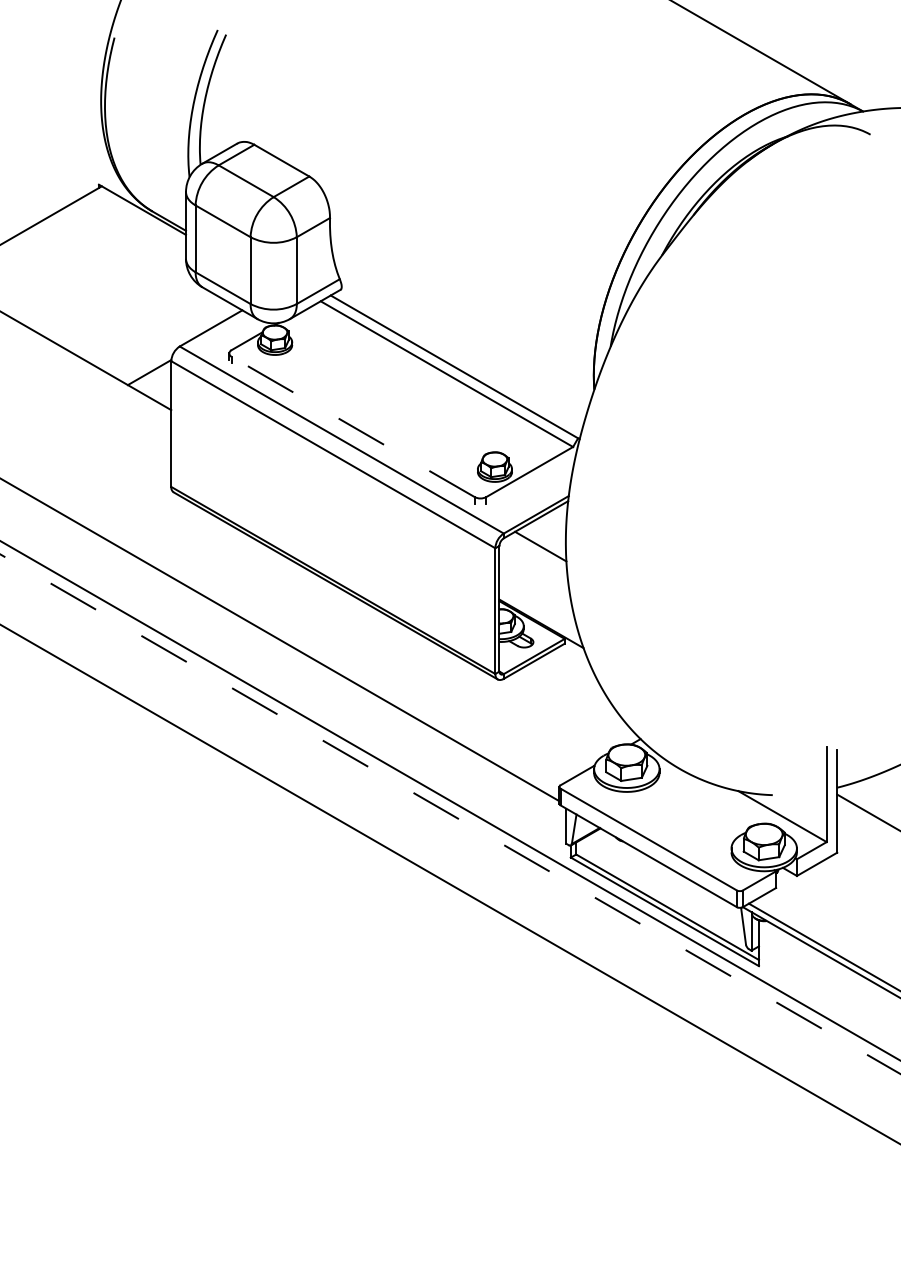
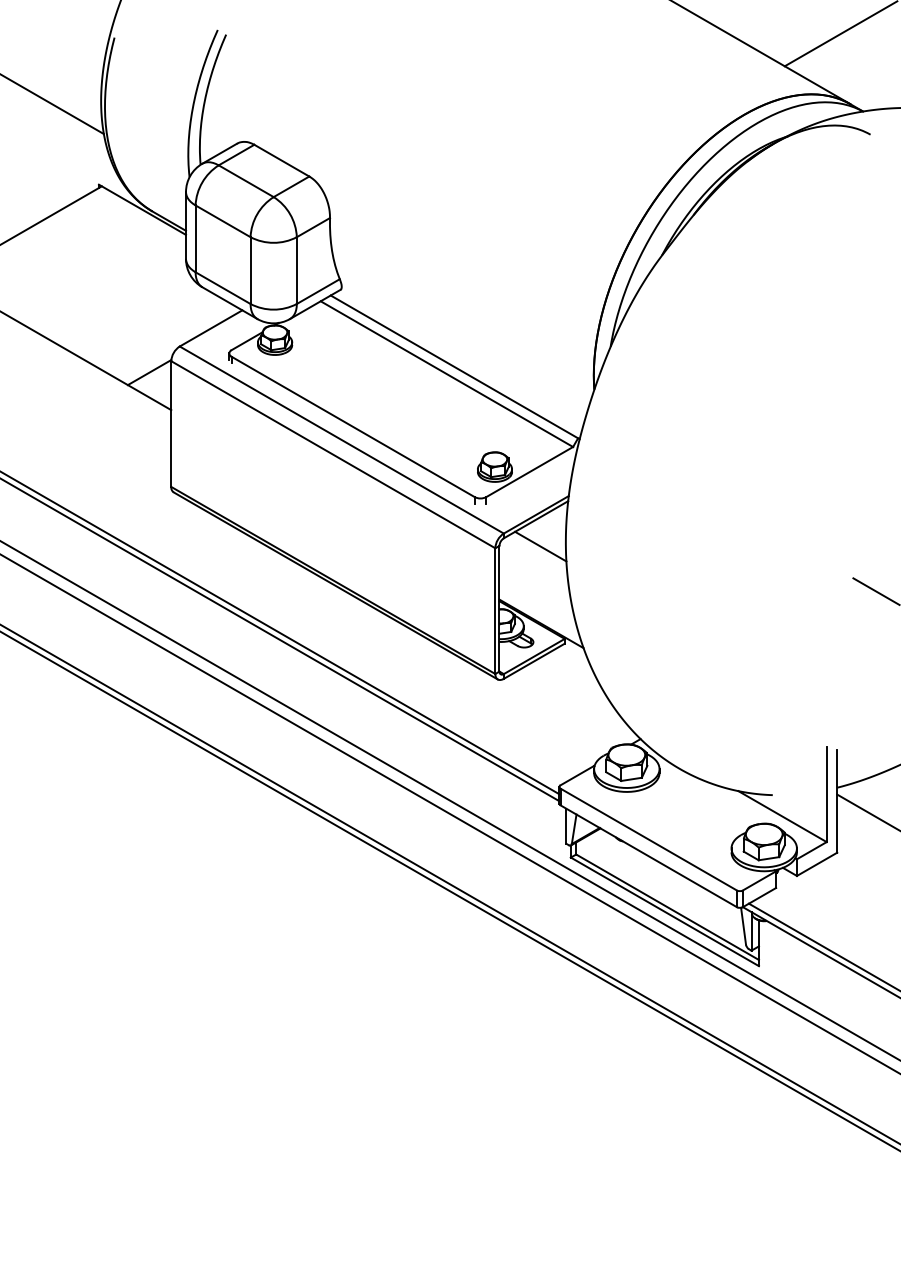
line at (839, 34): none -> present
line at (52, 104): none -> present
line at (352, 426): dashed -> solid
line at (875, 590): none -> present
line at (280, 633): none -> present
line at (450, 814): dashed -> solid
line at (449, 890): none -> present
